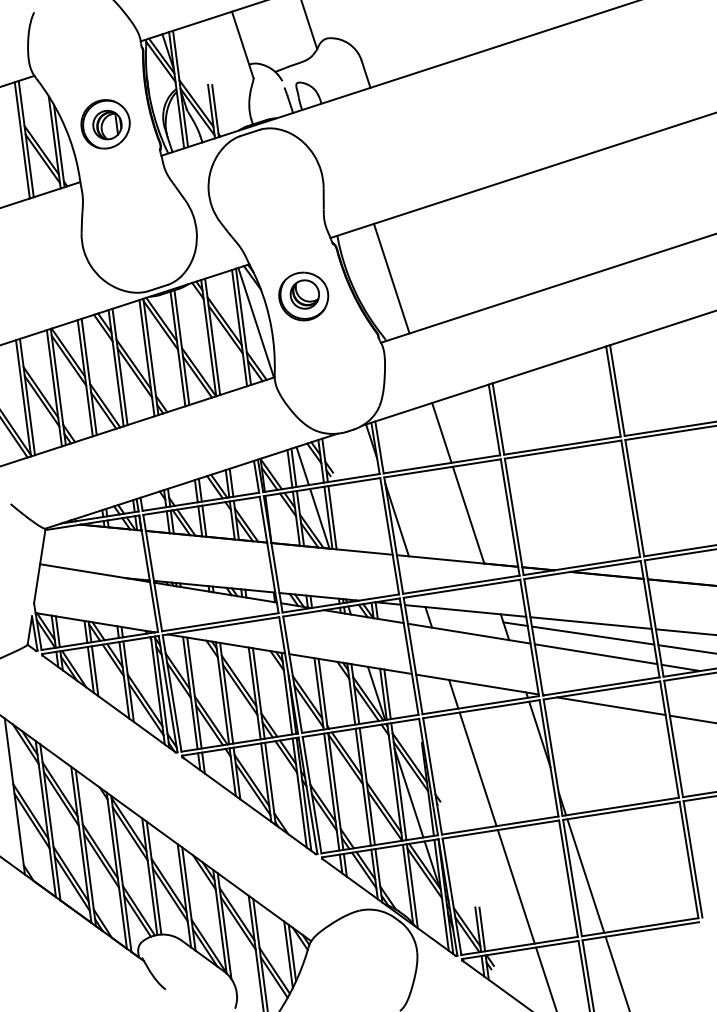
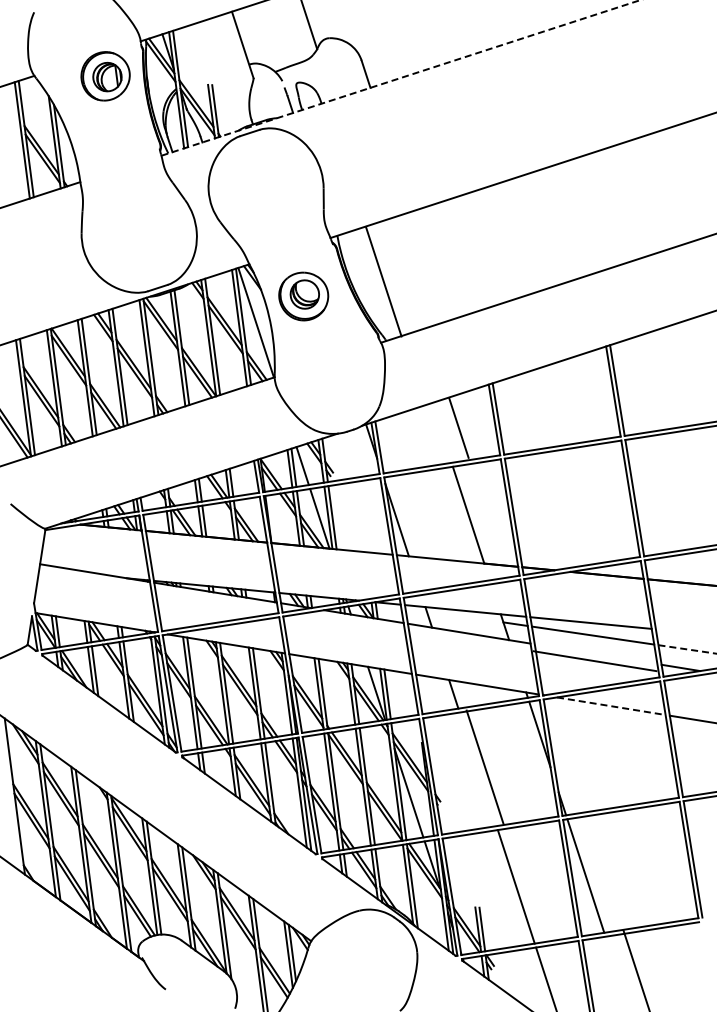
line at (400, 77): solid -> dashed
part at (105, 124) position: (105, 124) -> (105, 76)
line at (391, 278) position: (391, 278) -> (383, 281)
line at (441, 432) position: (441, 432) -> (458, 427)
line at (684, 631): present -> none
line at (687, 649): solid -> dashed
line at (595, 654) position: (595, 654) -> (594, 661)
line at (611, 706): solid -> dashed
line at (477, 769) position: (477, 769) -> (484, 767)
line at (616, 972) position: (616, 972) -> (636, 969)
